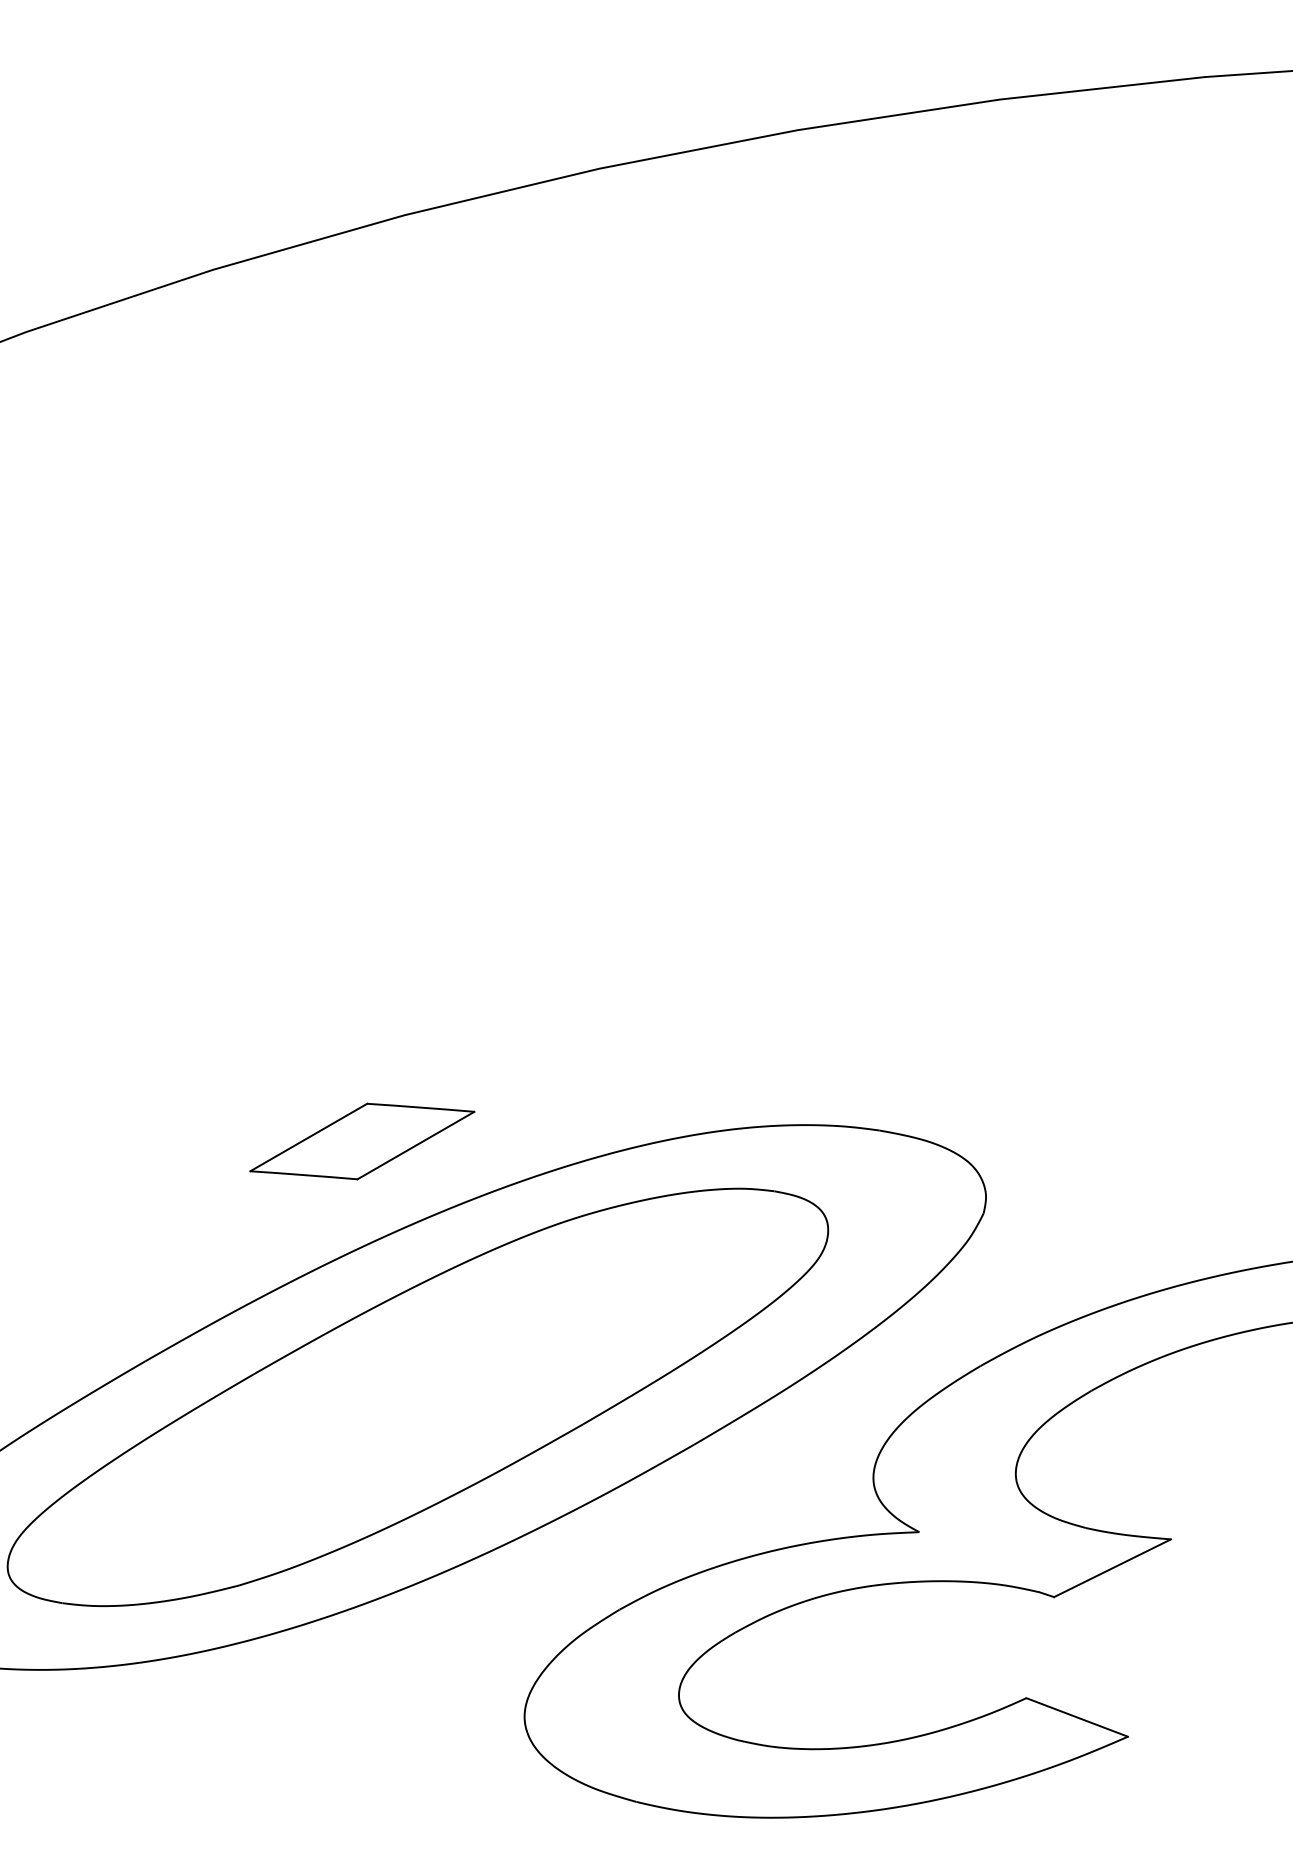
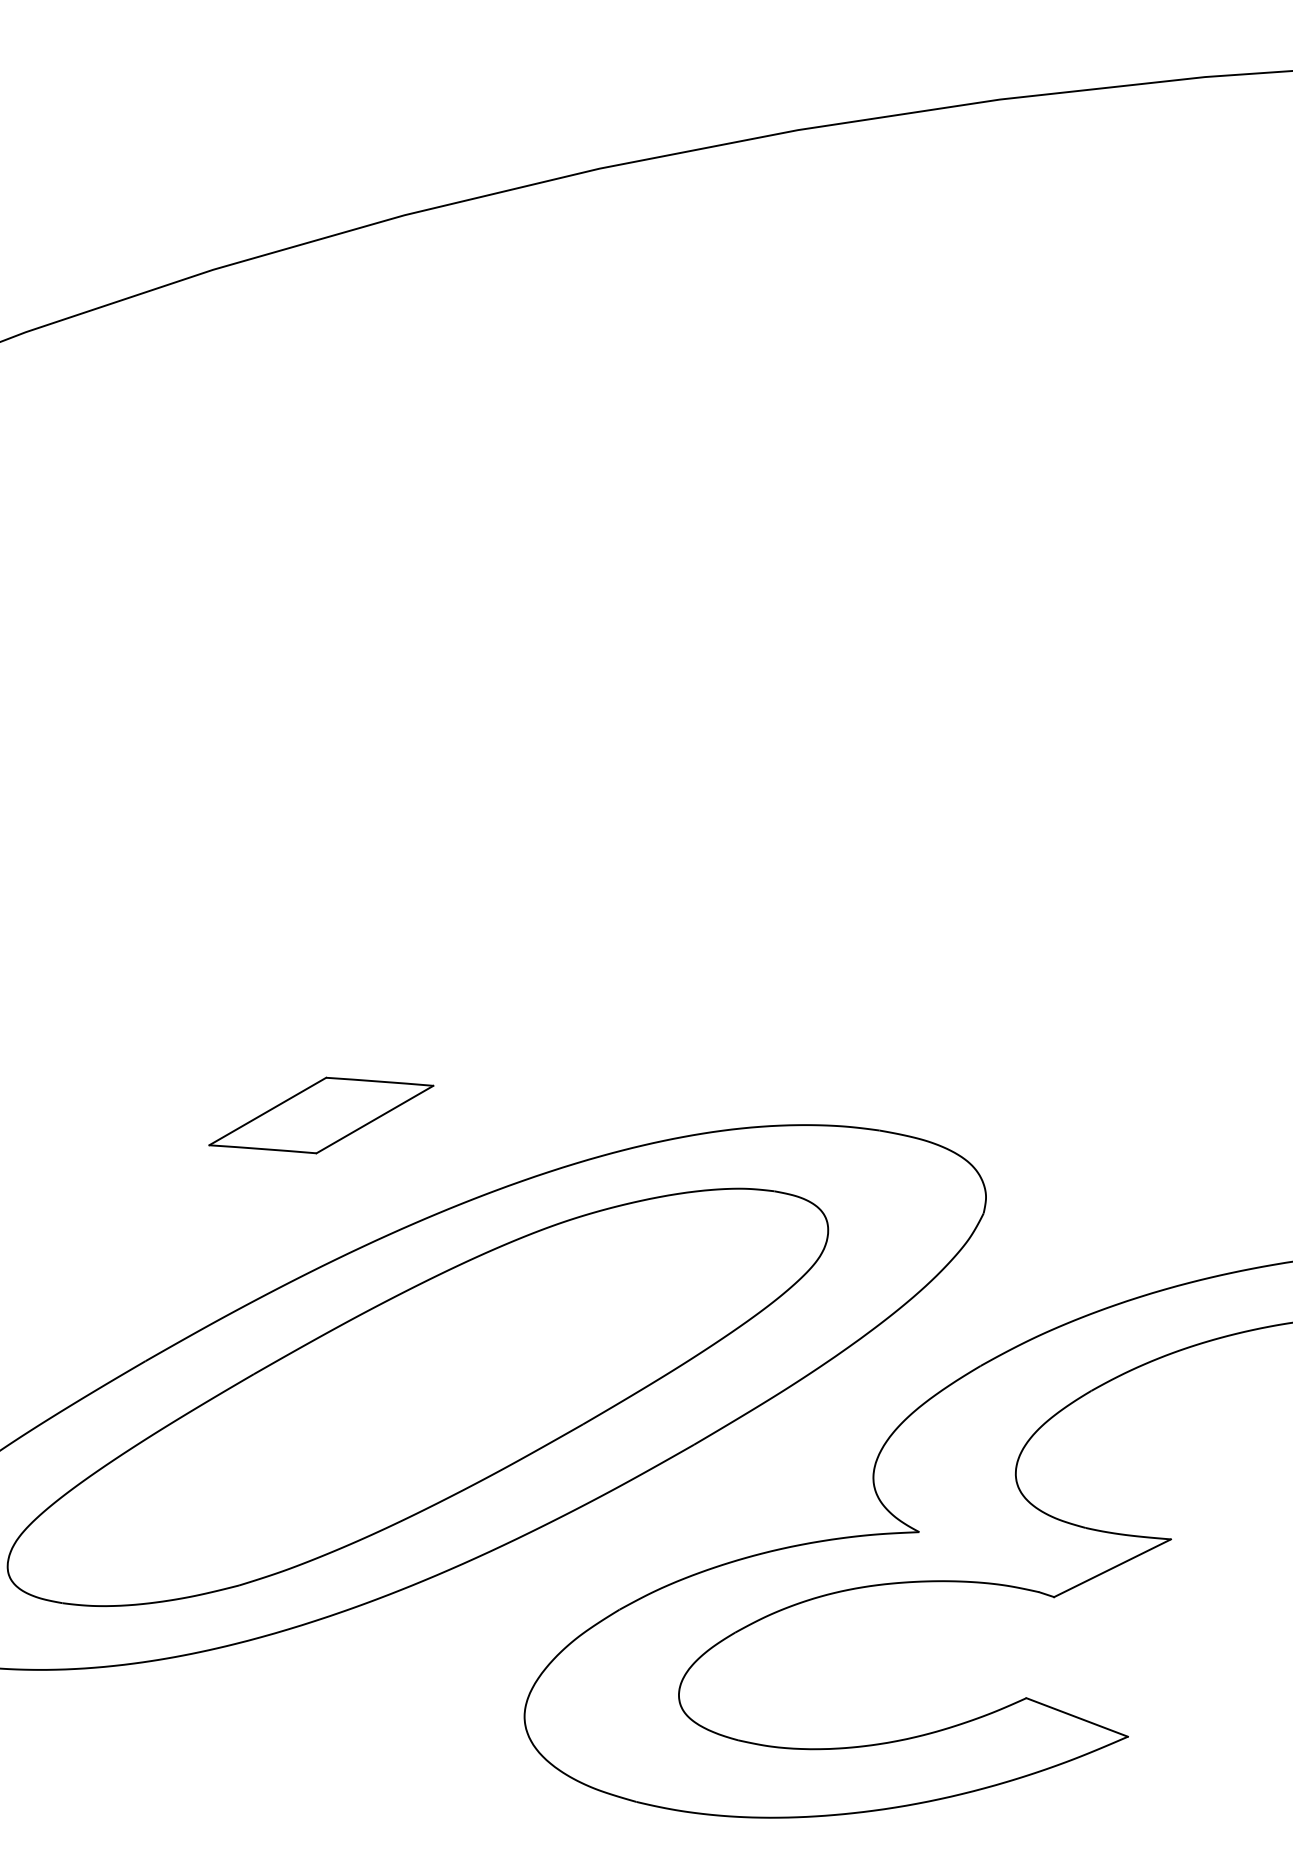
part at (362, 1141) position: (362, 1141) -> (321, 1115)
